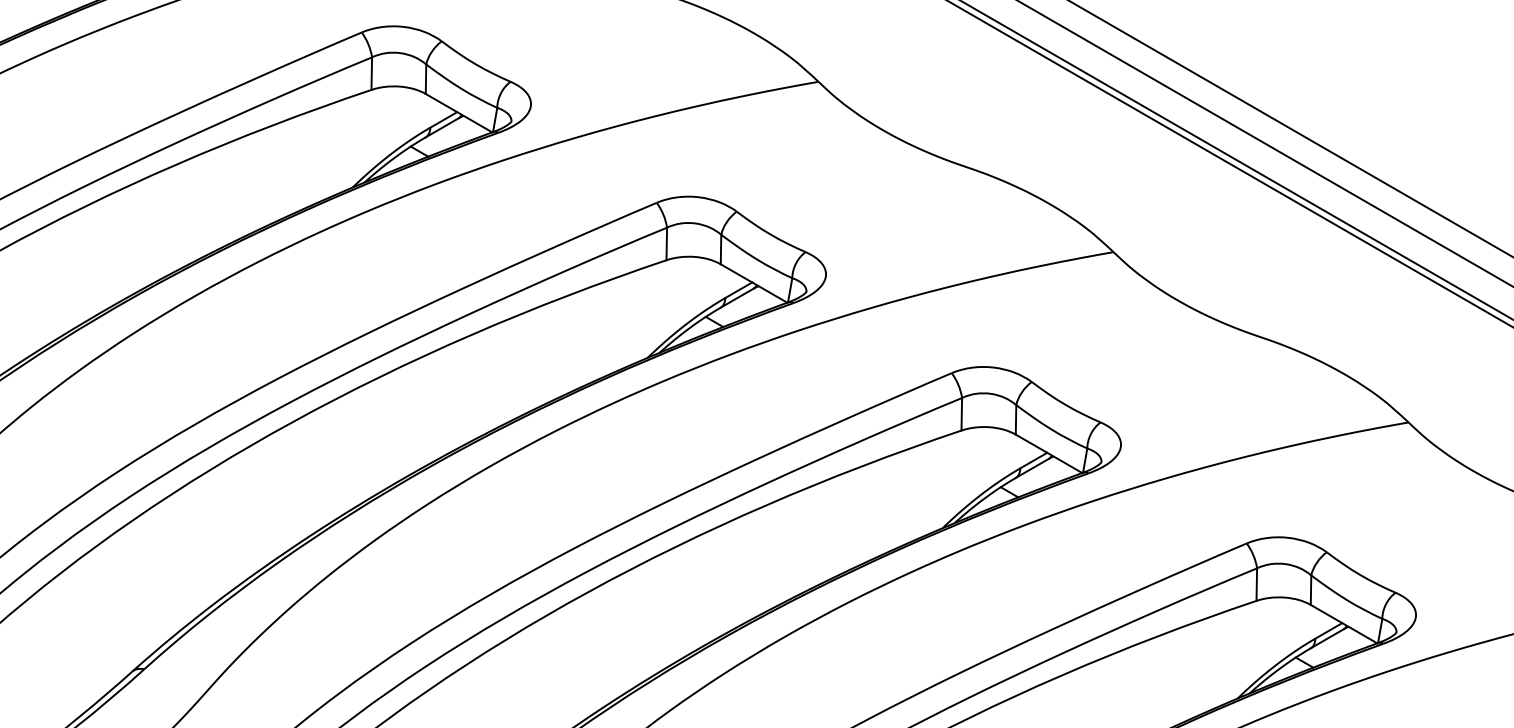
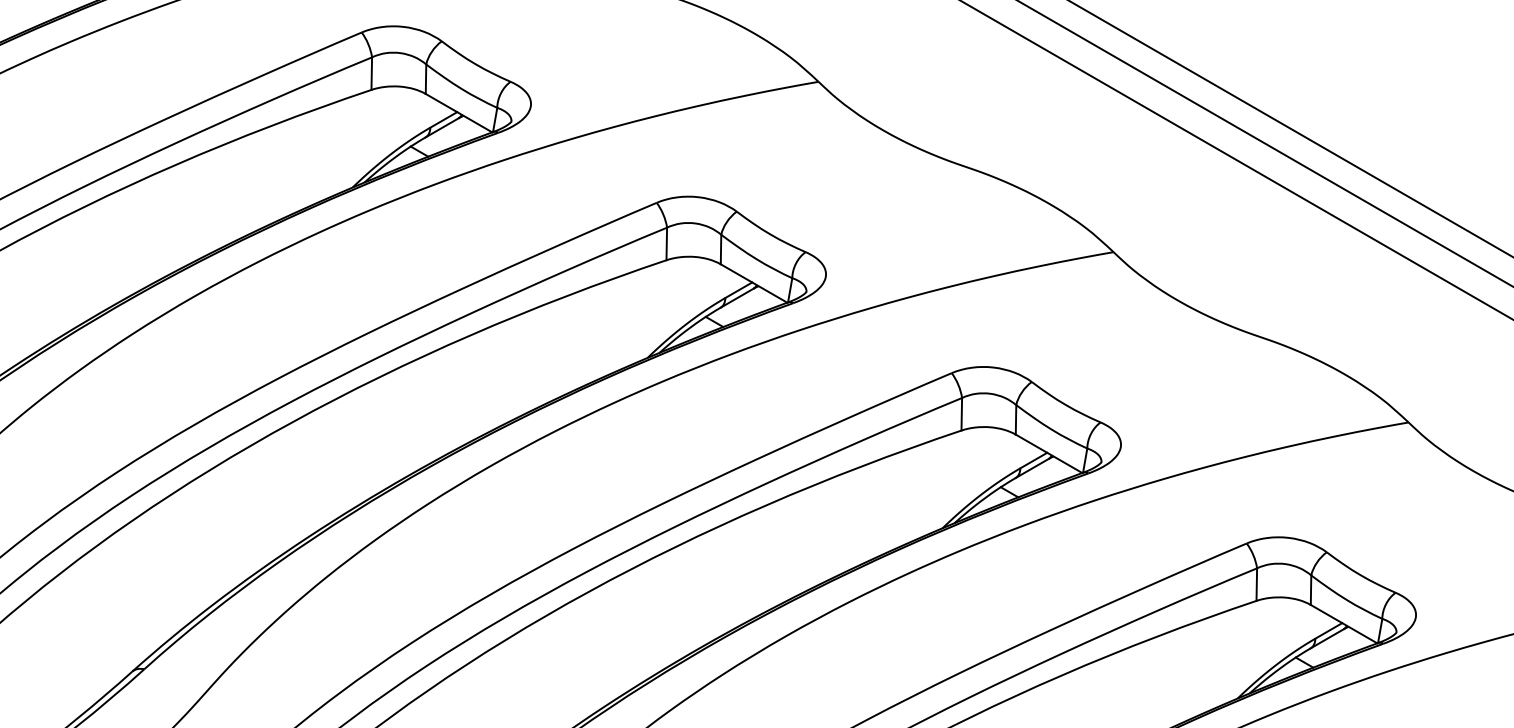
line at (1230, 163): present -> none
